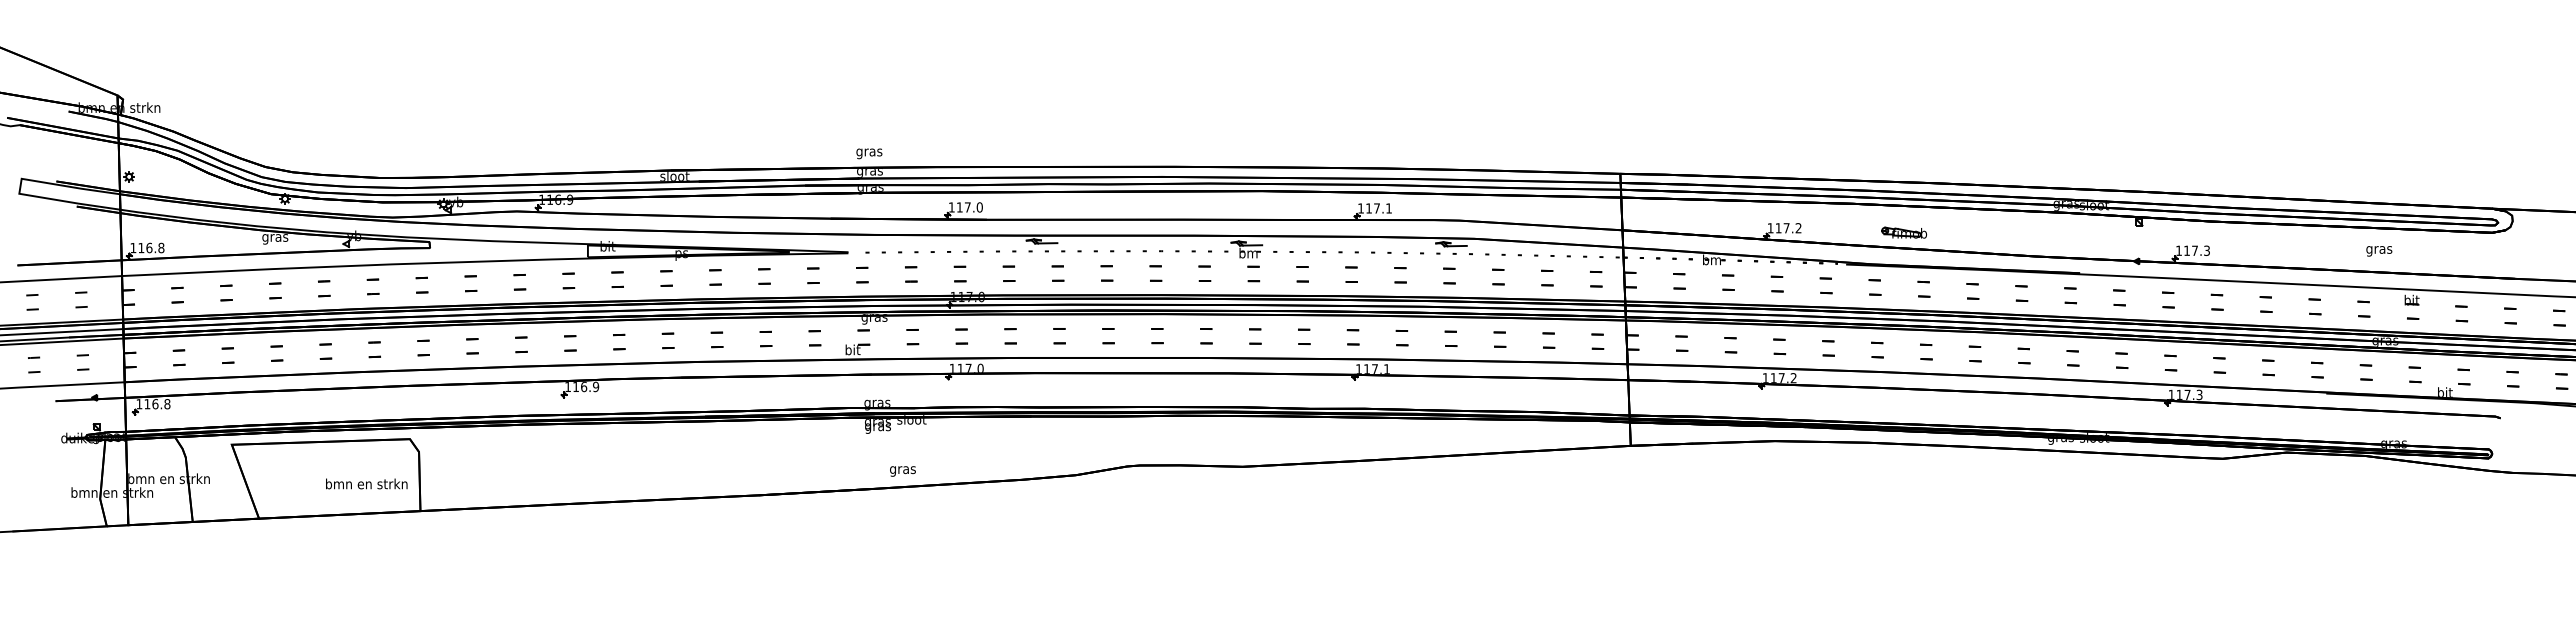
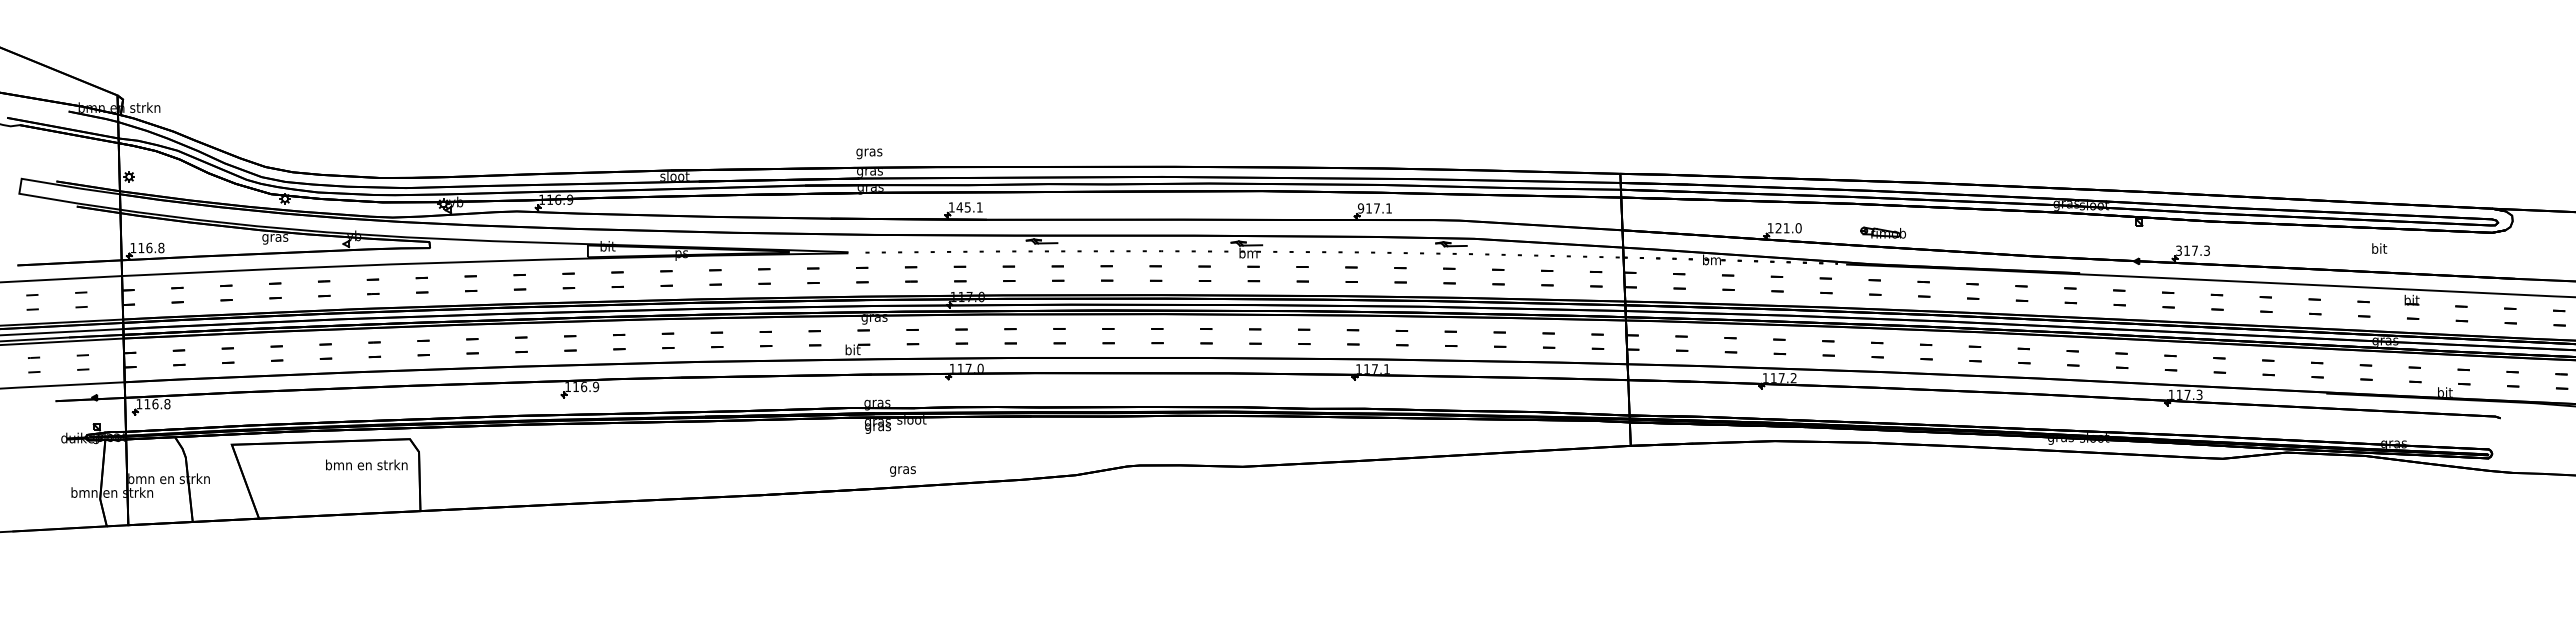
text at (969, 207): 117.0 -> 145.1
text at (1360, 208): 117.1 -> 917.1
text at (1788, 228): 117.2 -> 121.0
part at (1904, 232) position: (1904, 232) -> (1883, 232)
text at (2379, 249): gras -> bit
text at (2178, 250): 117.3 -> 317.3
text at (366, 483) position: (366, 483) -> (366, 464)
